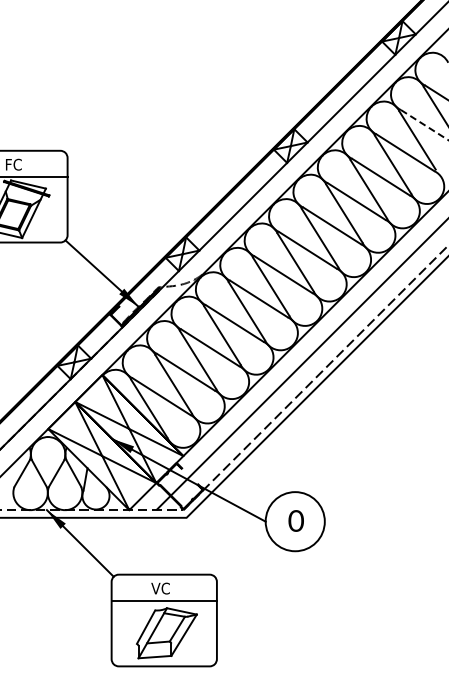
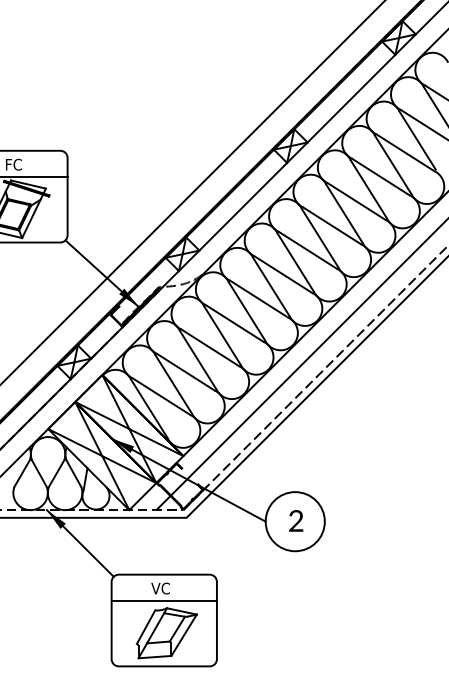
line at (425, 125): dashed -> solid
line at (192, 192): none -> present
text at (295, 520): 0 -> 2
